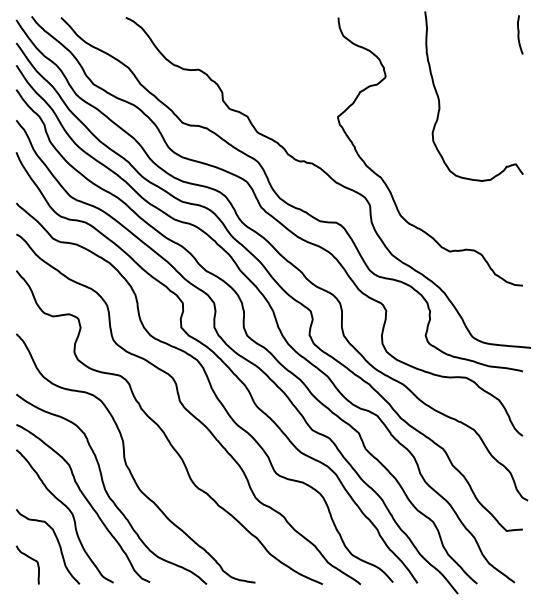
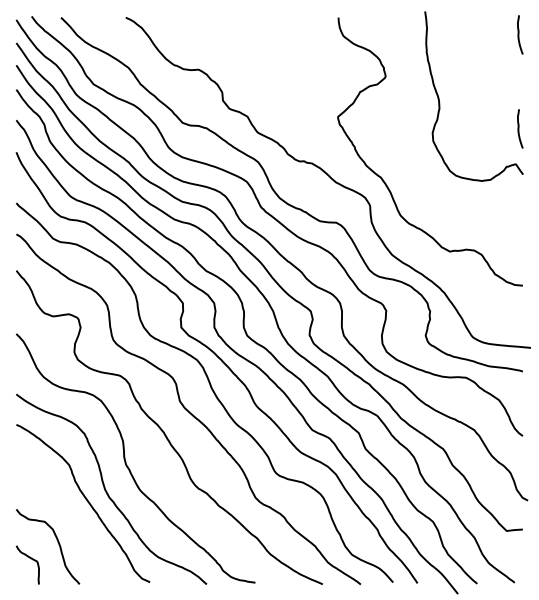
curve at (519, 128): none -> present
curve at (70, 513): present -> none
